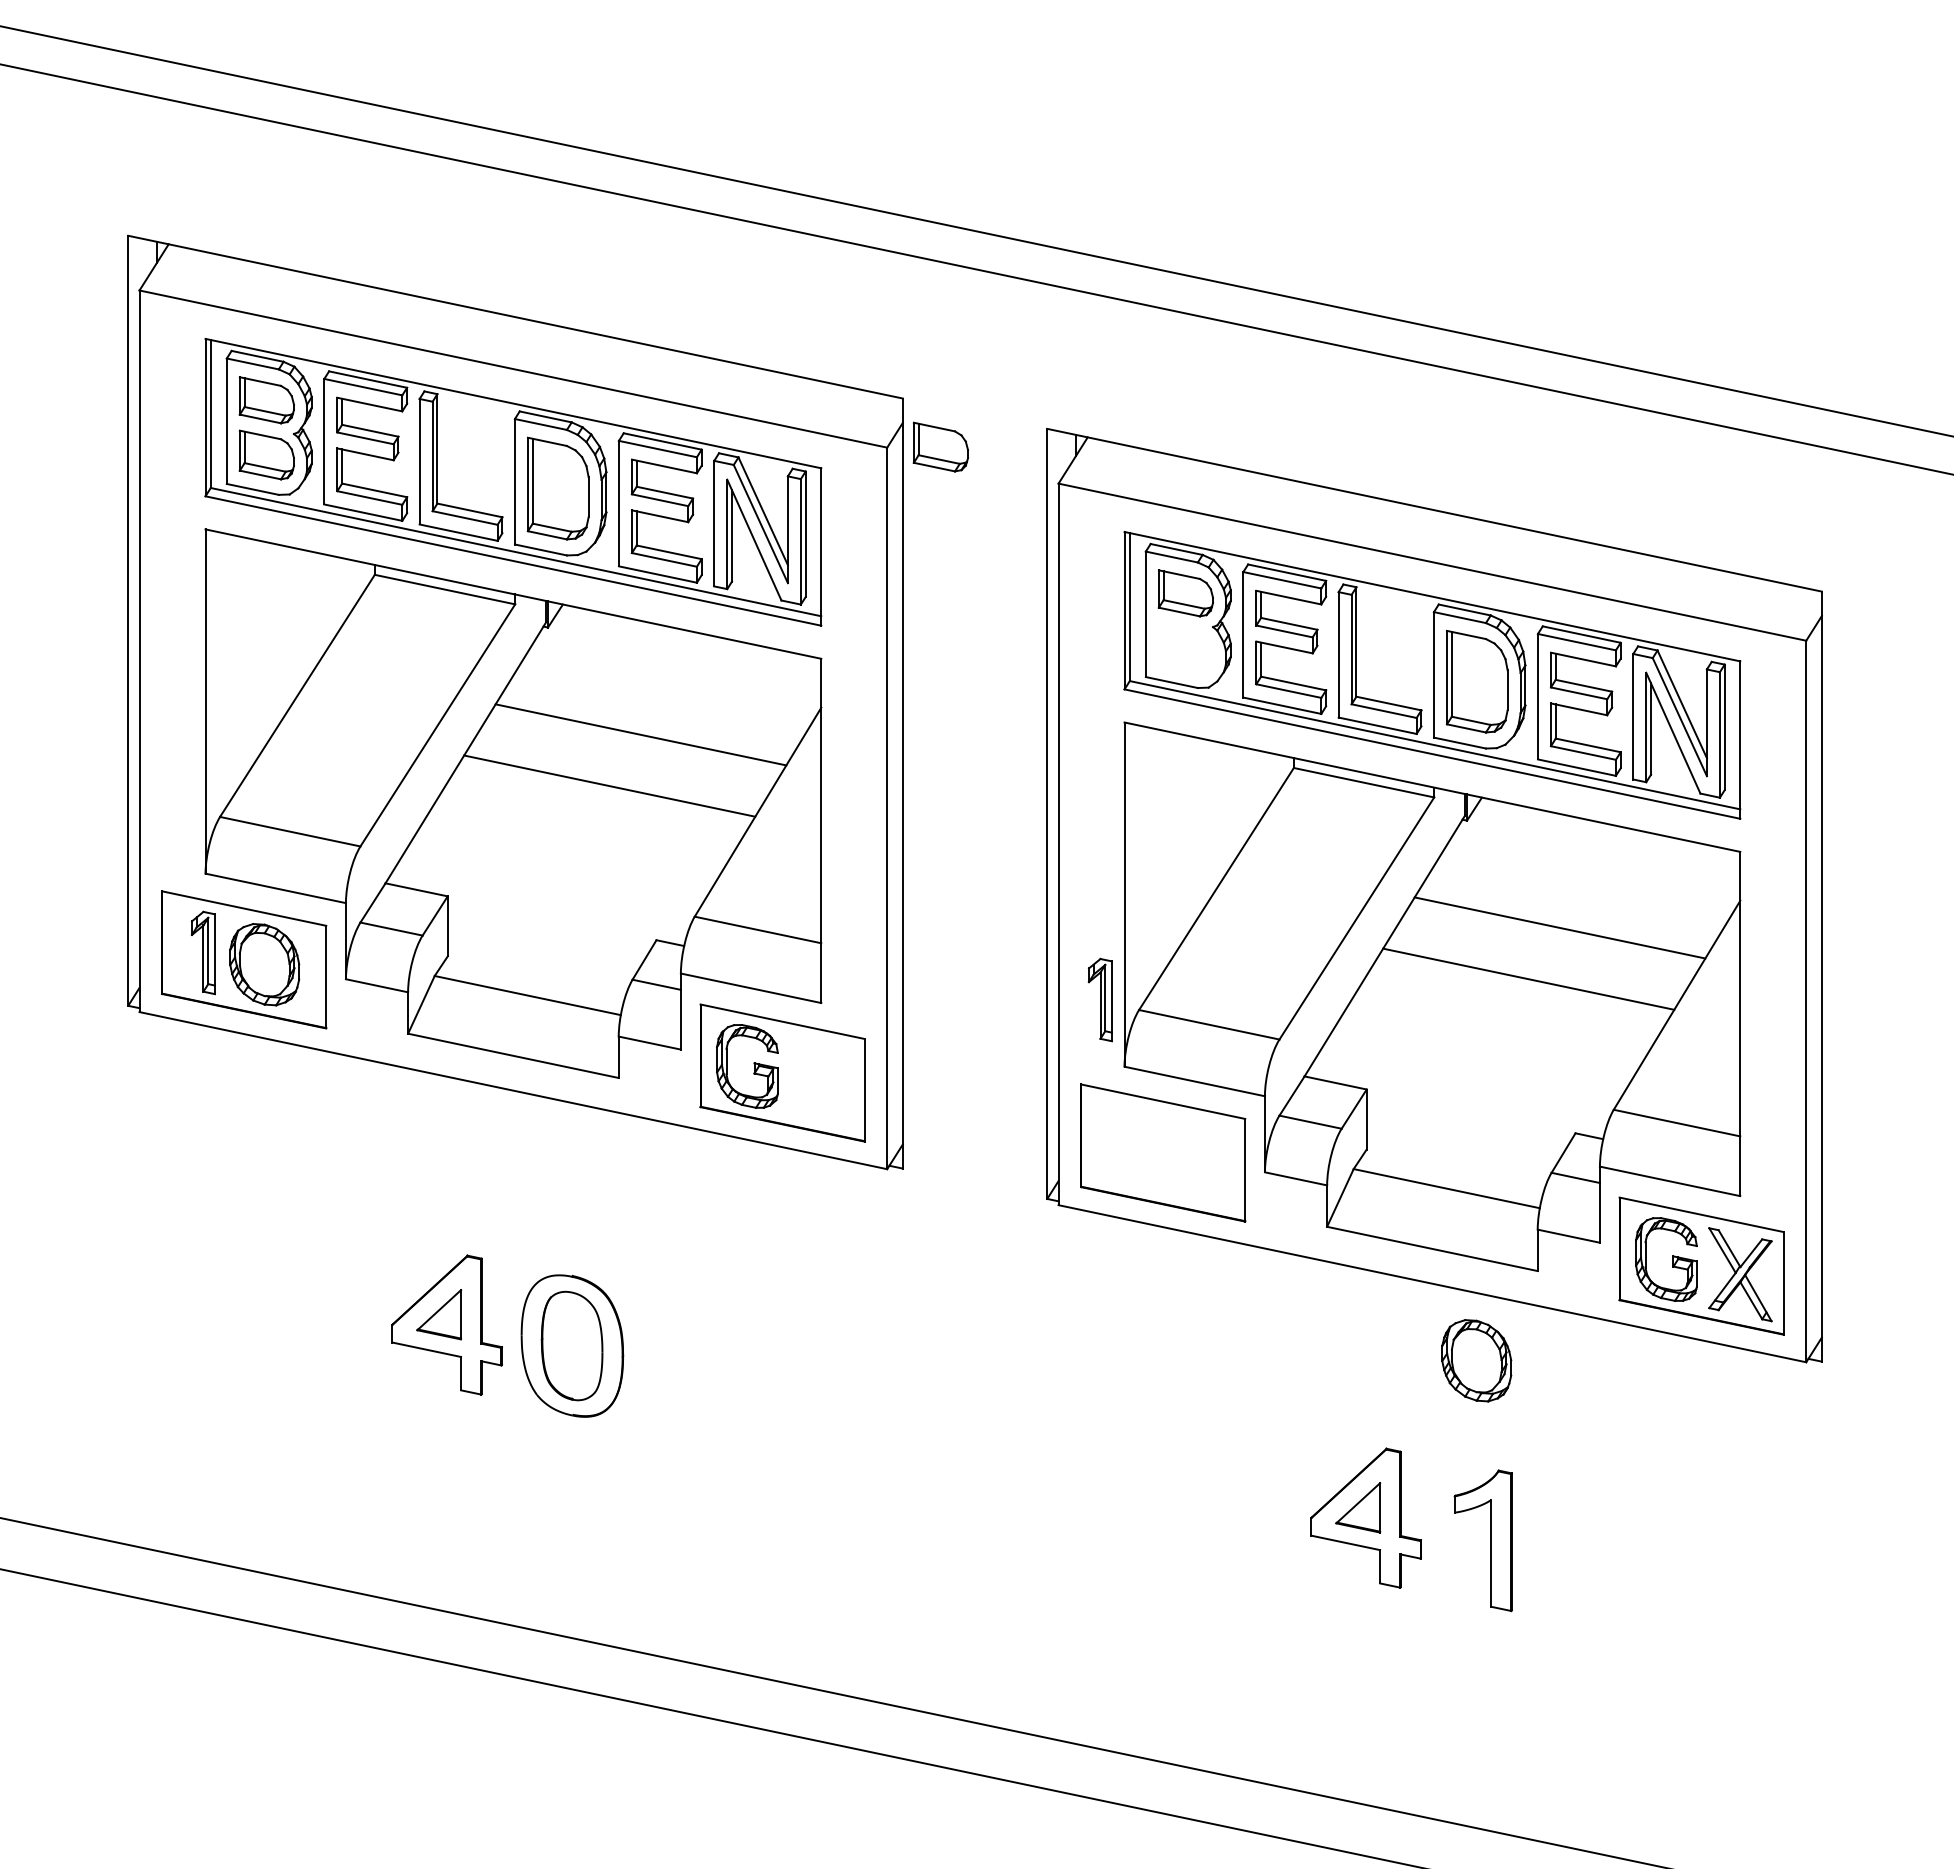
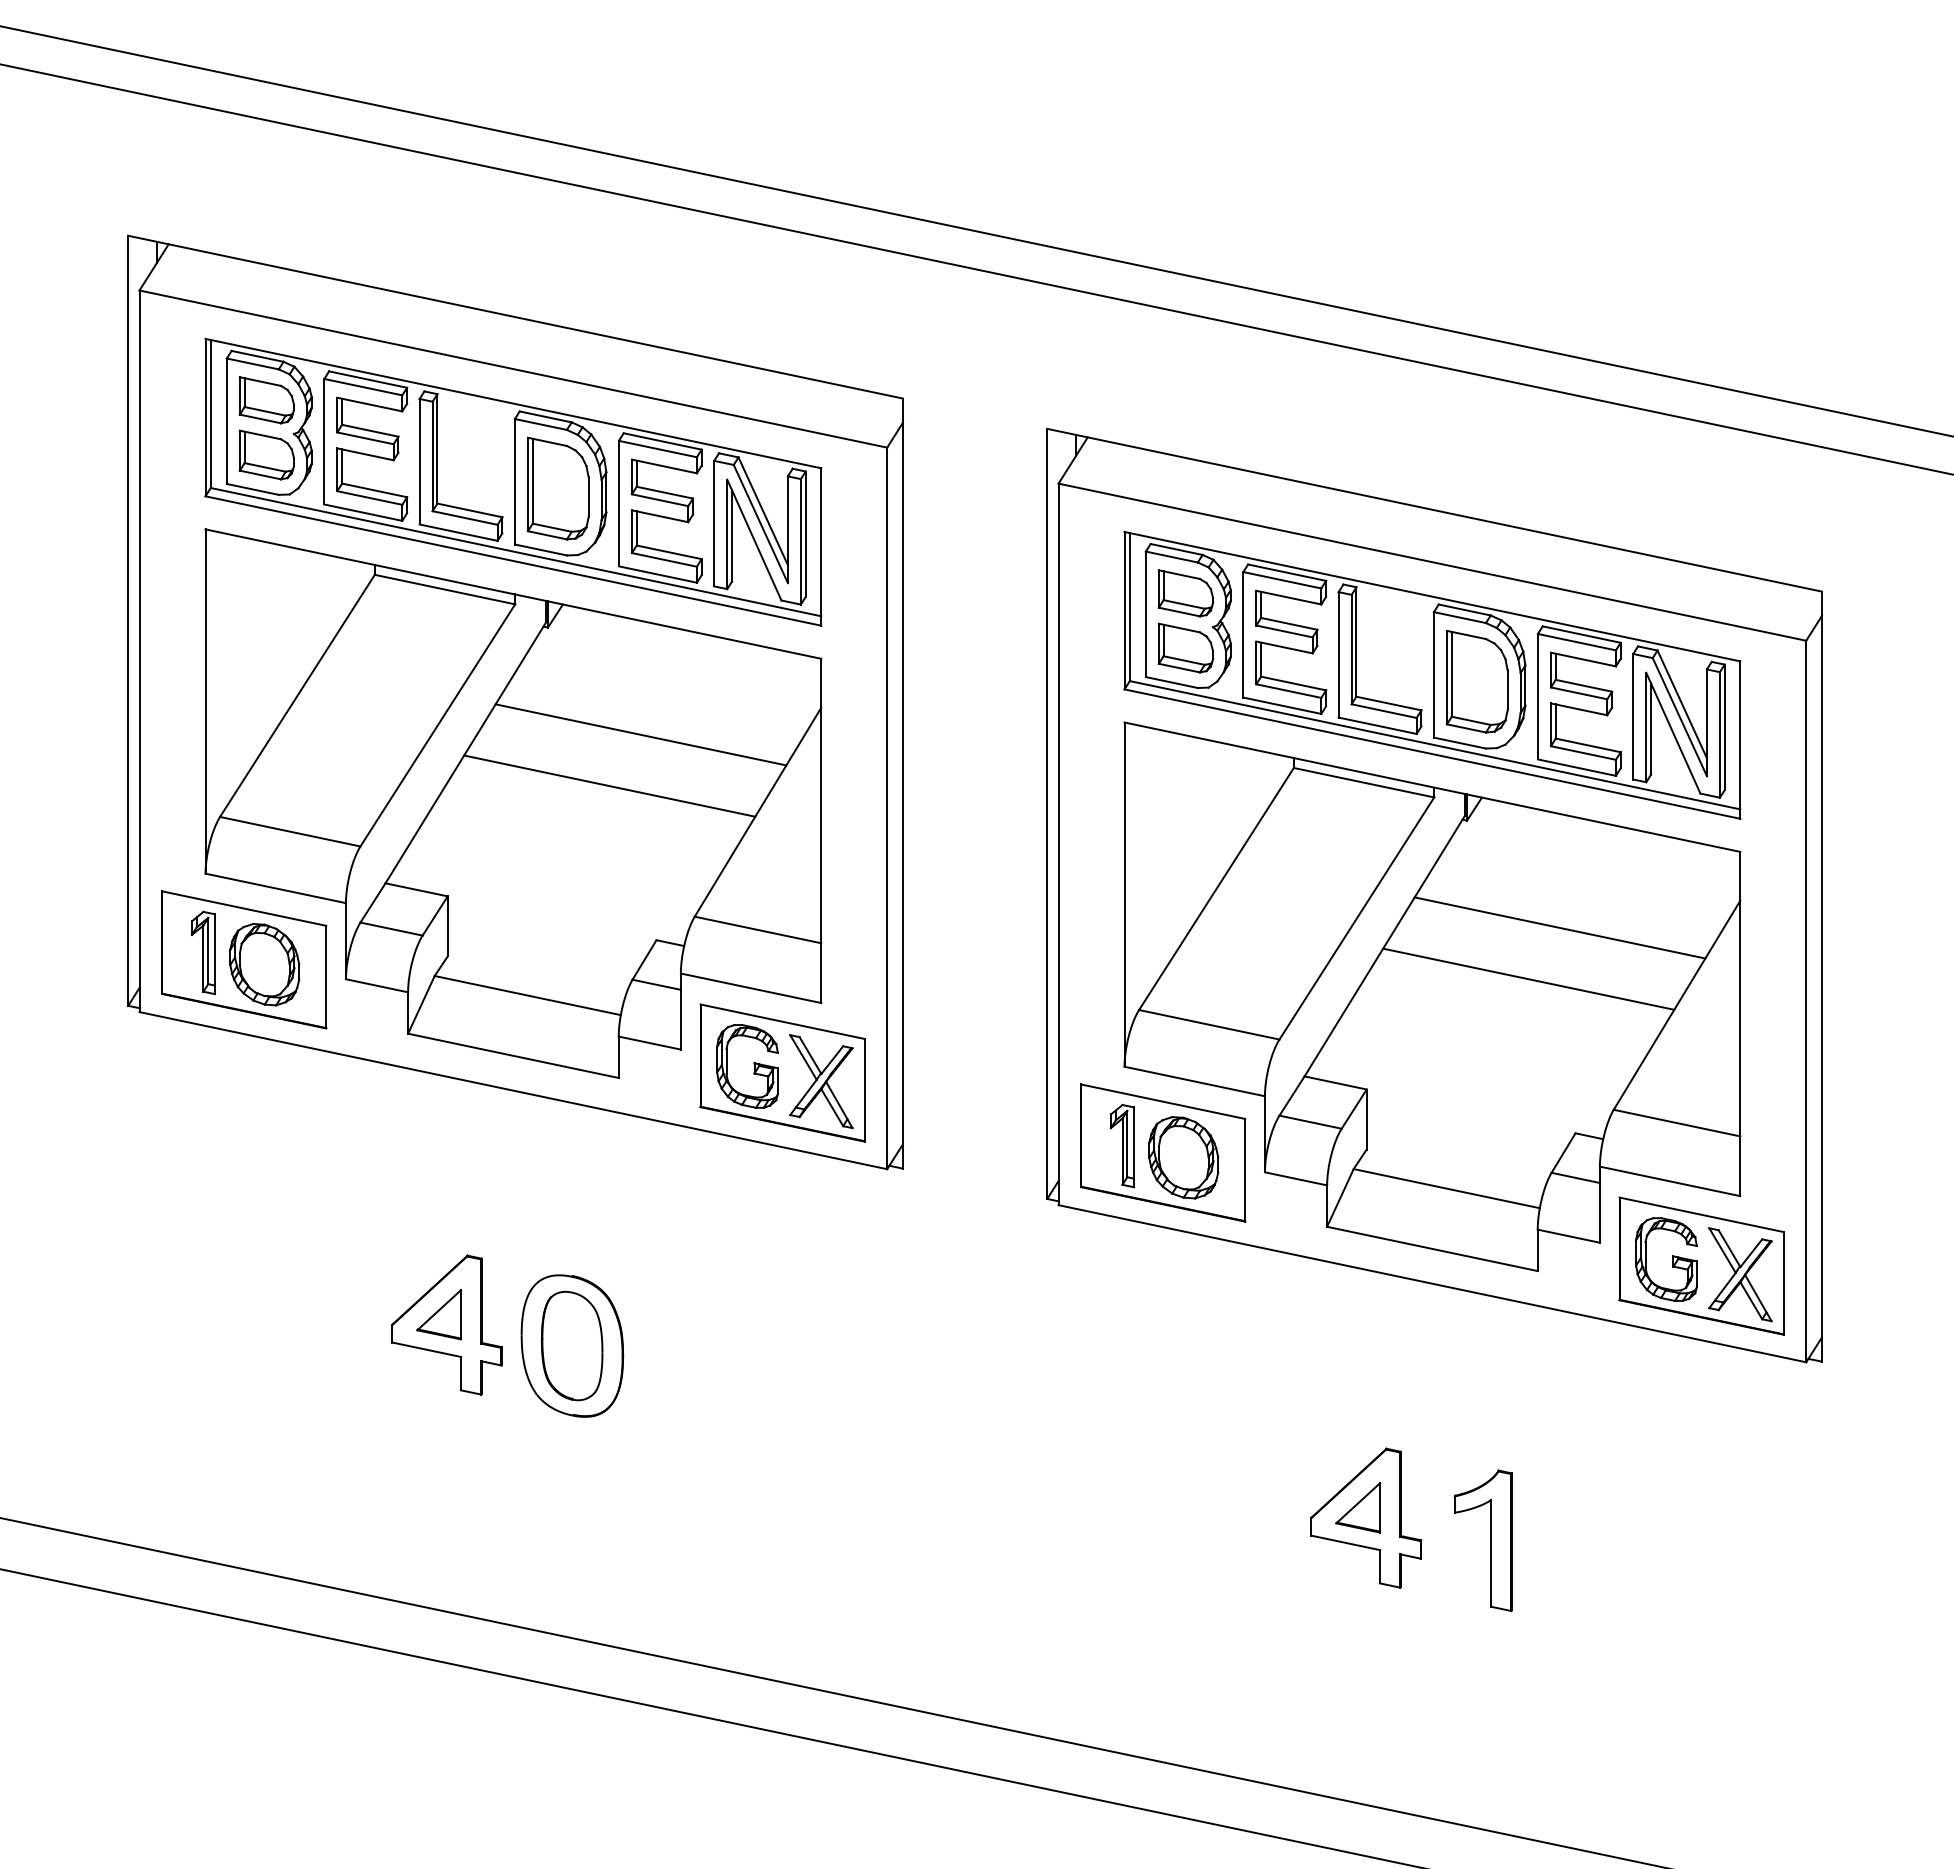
part at (940, 446) position: (940, 446) -> (1185, 647)
part at (1099, 999) position: (1099, 999) -> (1121, 1145)
part at (821, 1081): none -> present
part at (1476, 1360) position: (1476, 1360) -> (1183, 1157)
